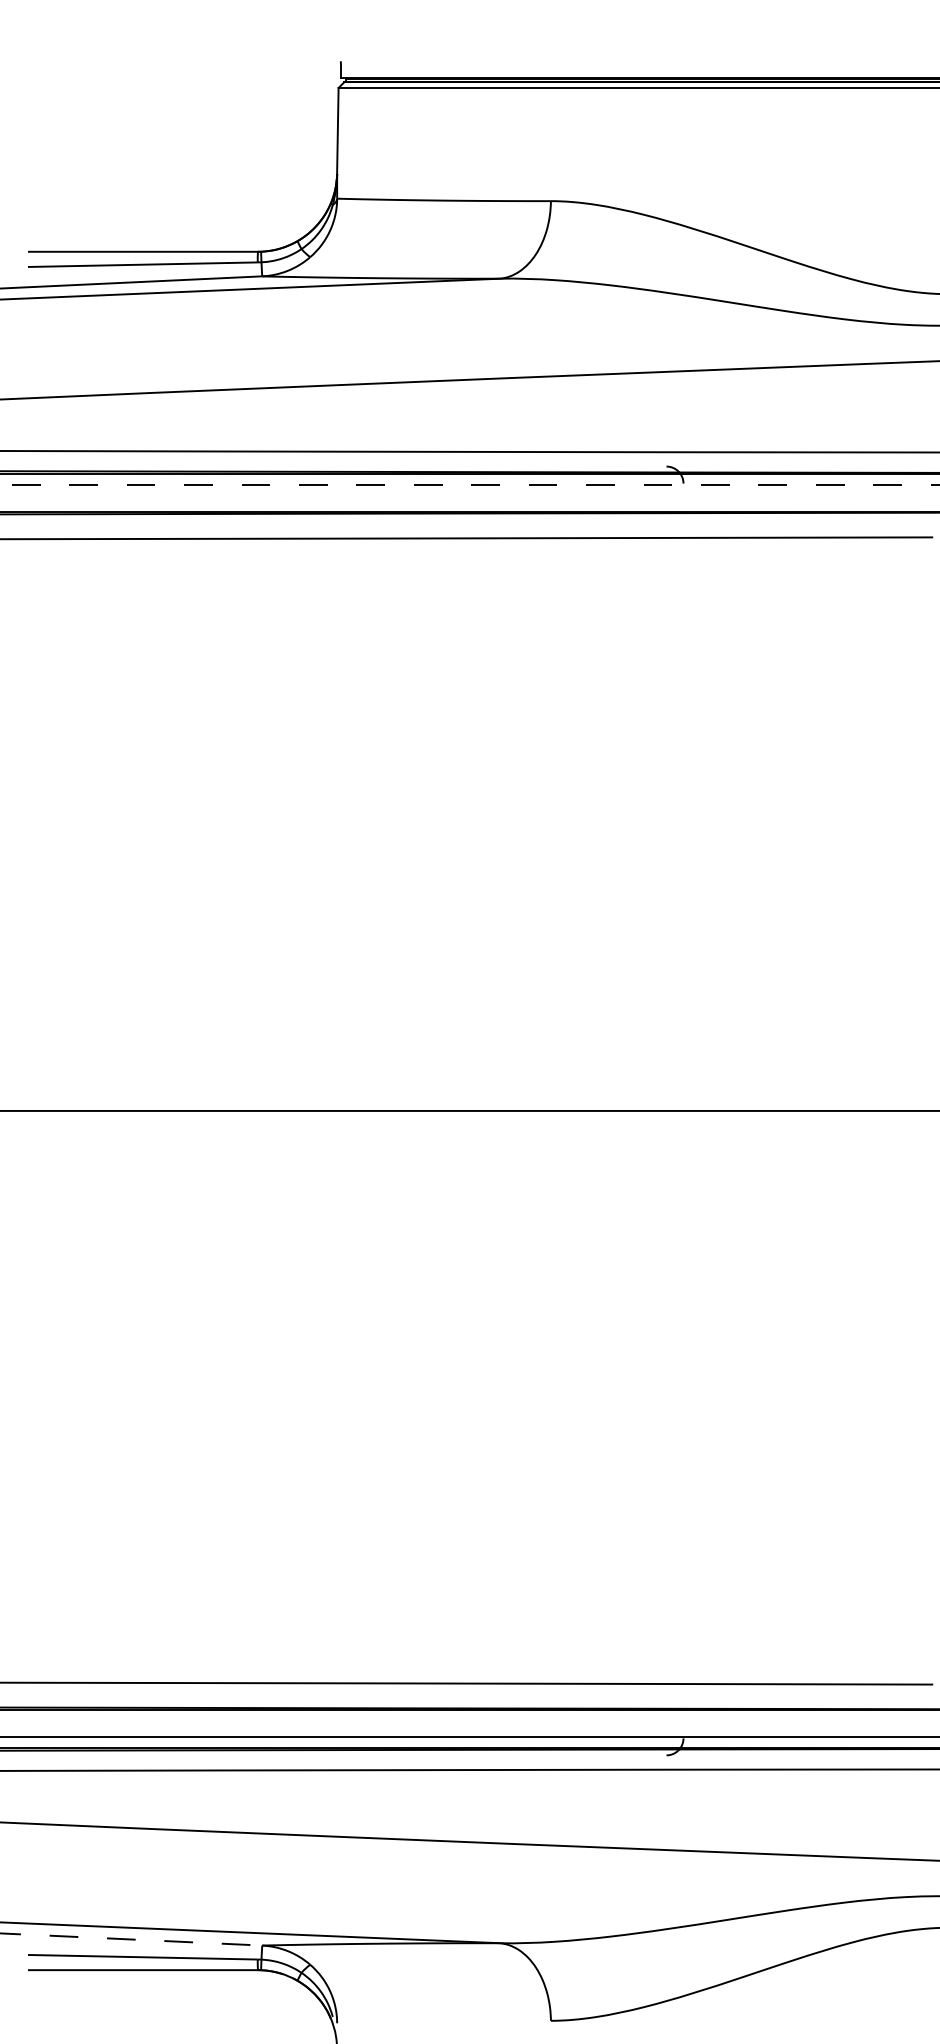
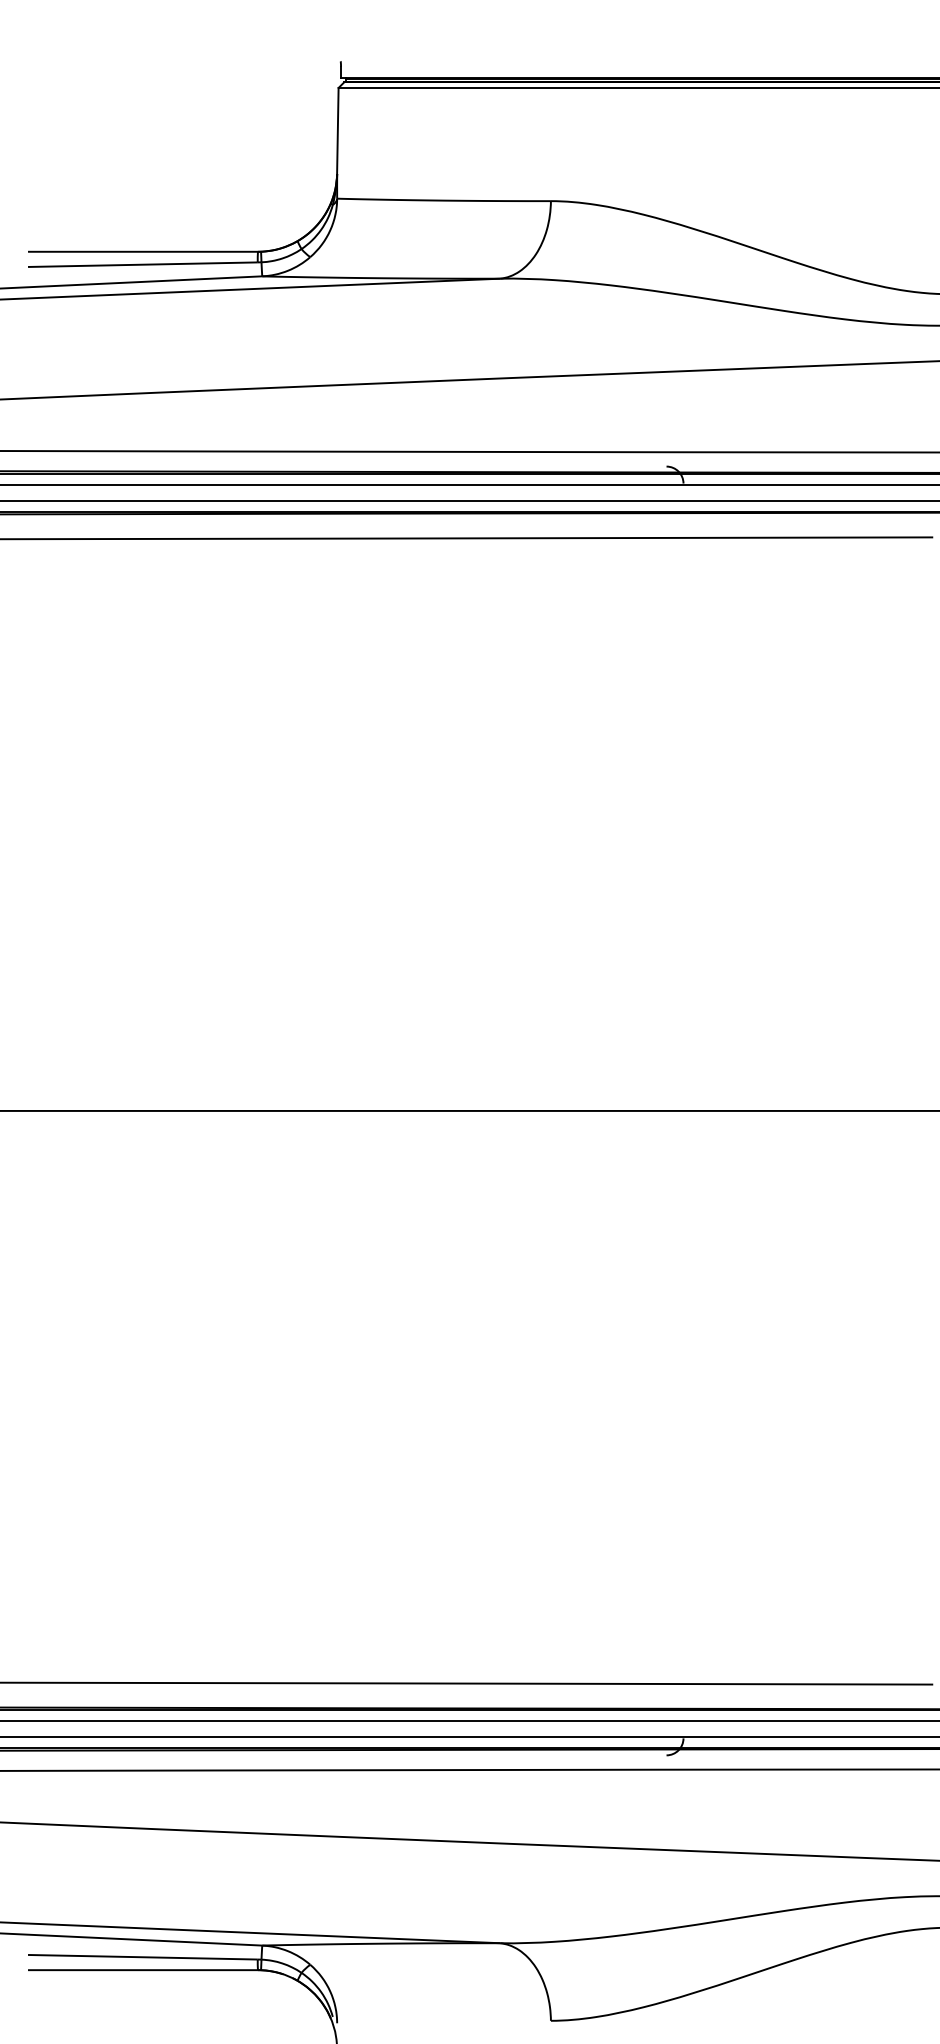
line at (470, 485): dashed -> solid
line at (469, 500): none -> present
line at (469, 1721): none -> present
line at (131, 1939): dashed -> solid
